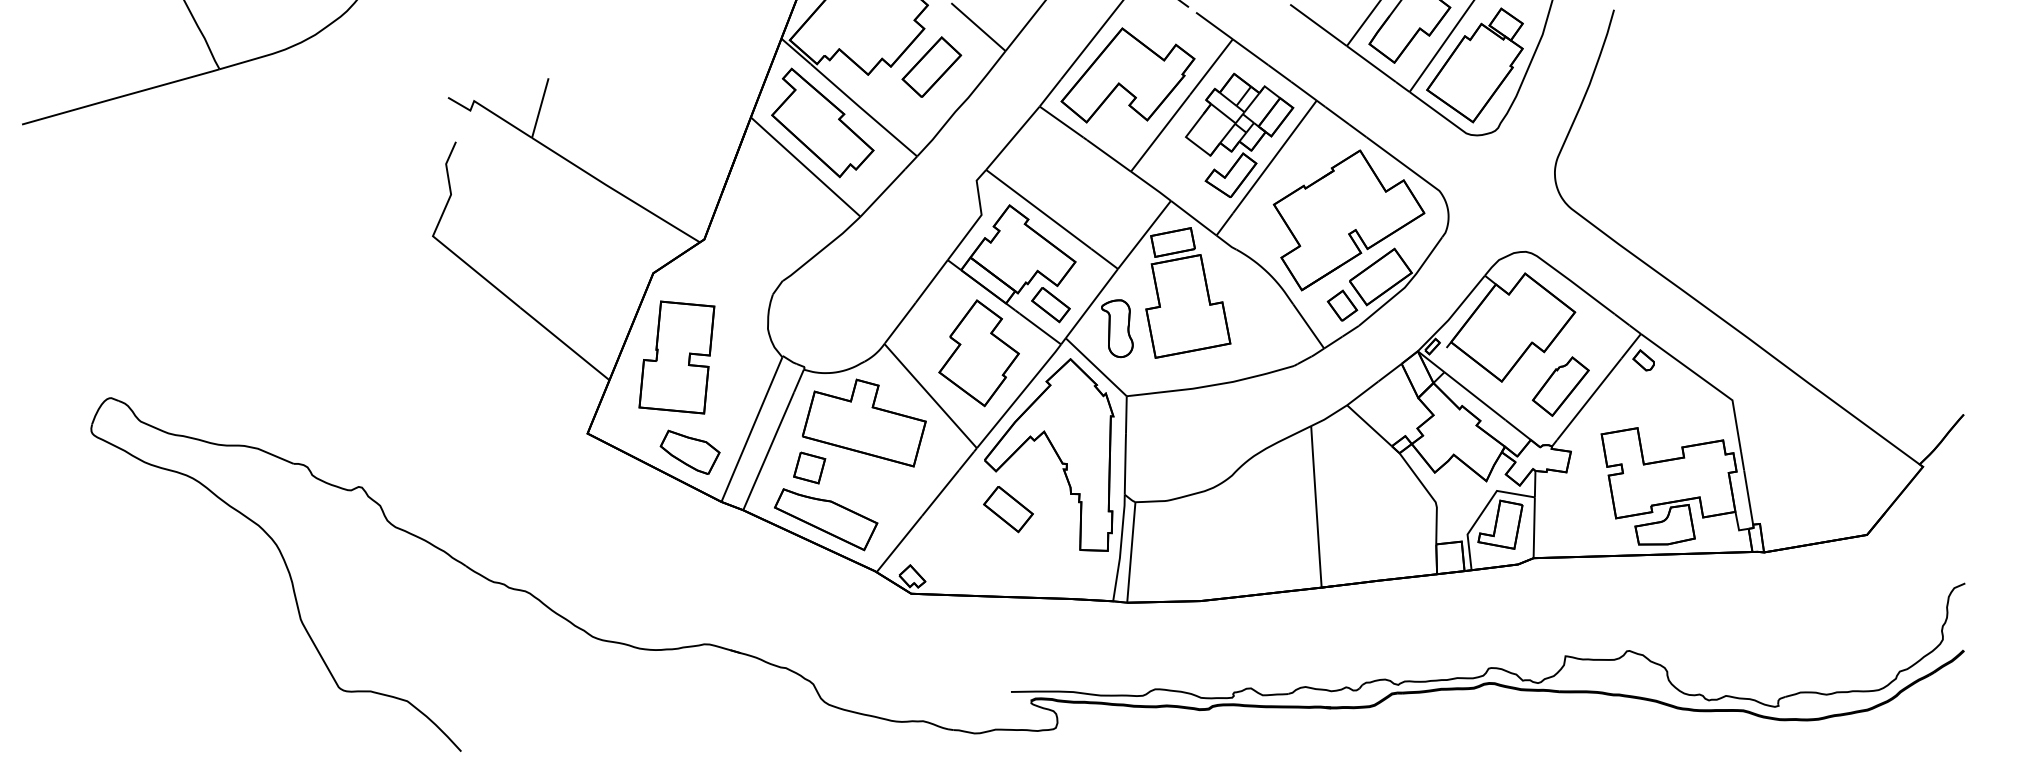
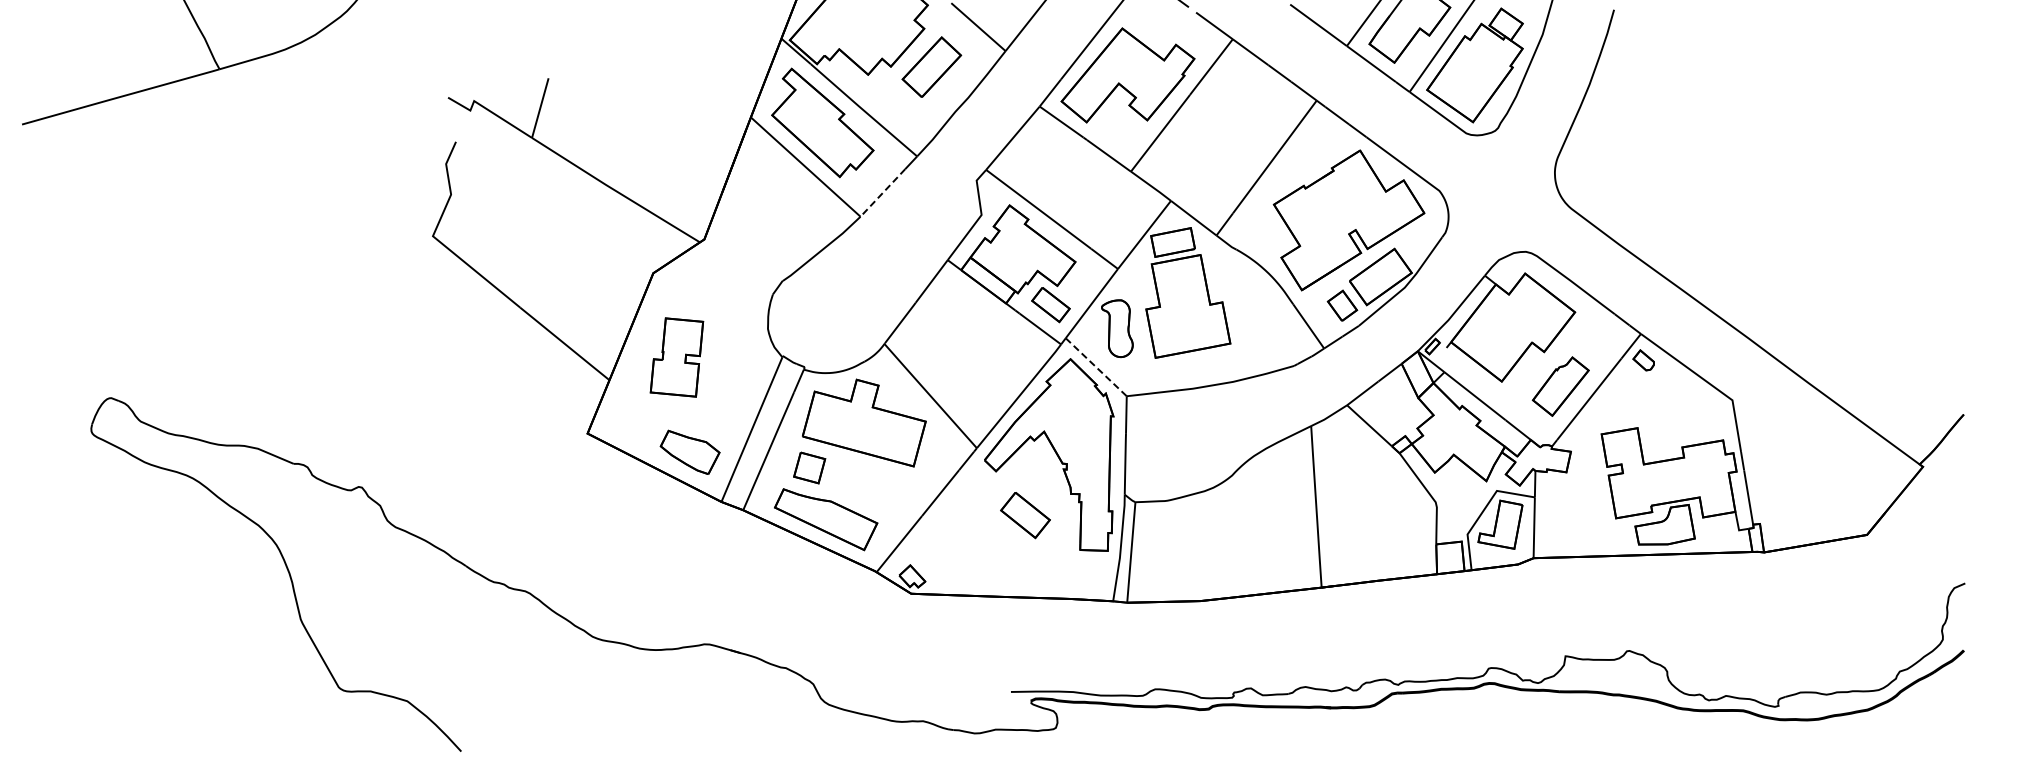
part at (1239, 134): present -> none
line at (882, 192): solid -> dashed
part at (978, 353): present -> none
part at (676, 357) size: 78x115 px -> 56x81 px
line at (1096, 367): solid -> dashed
part at (1008, 509) position: (1008, 509) -> (1025, 515)
